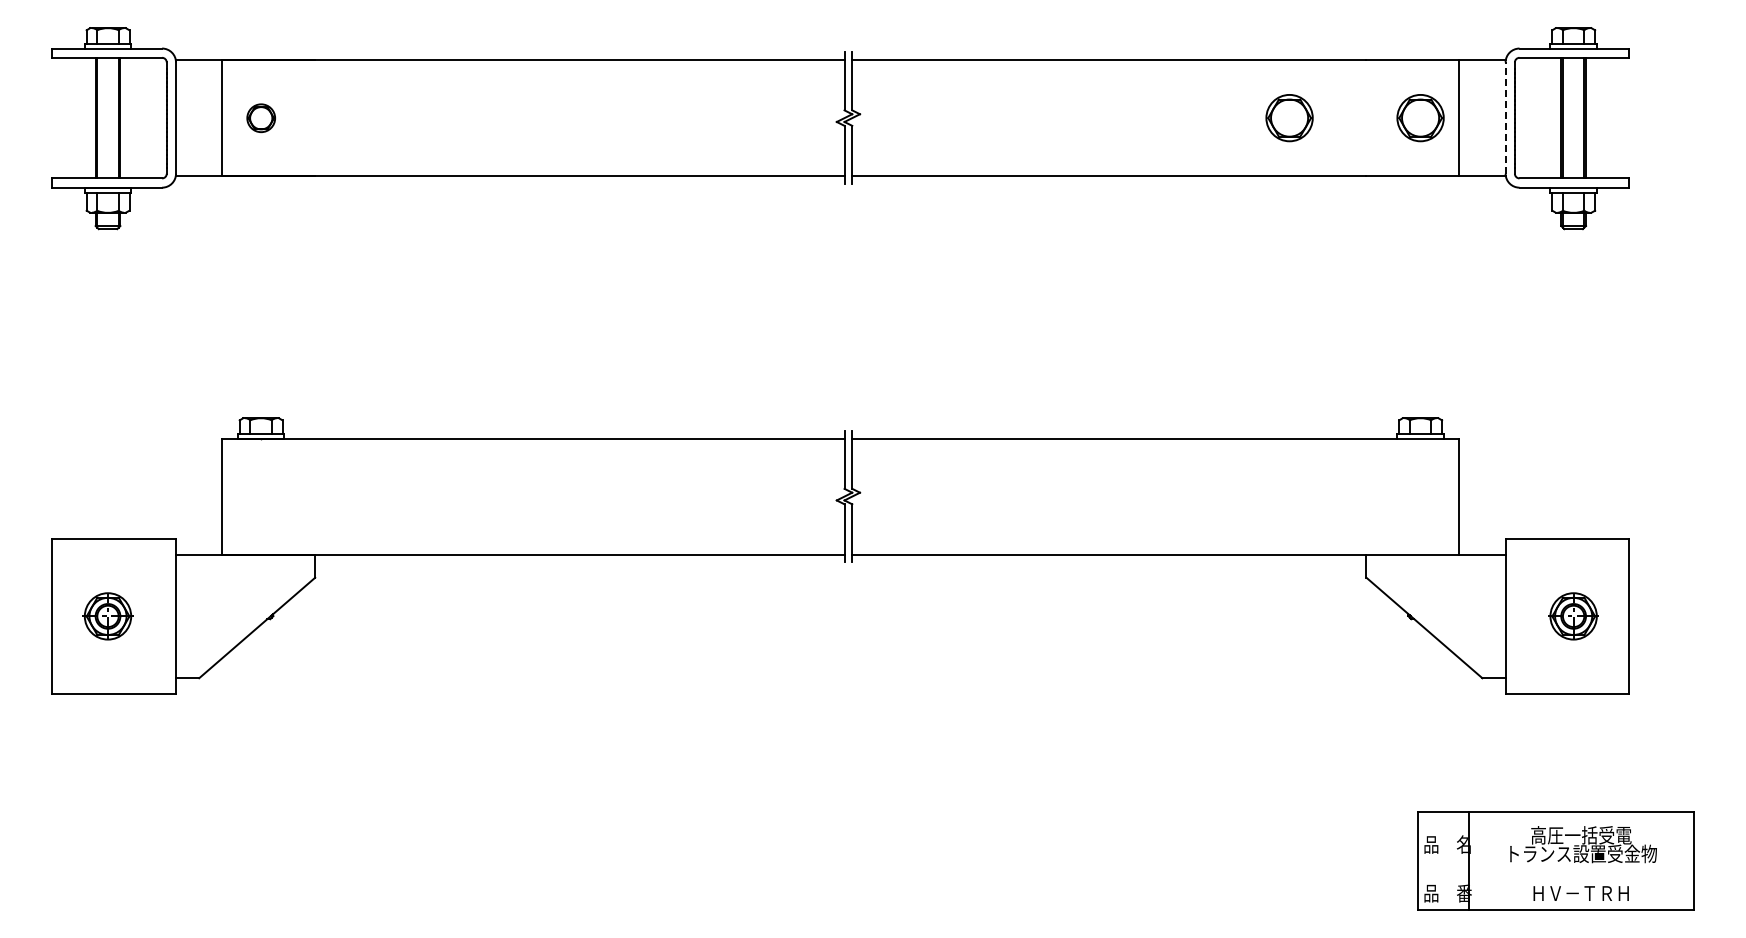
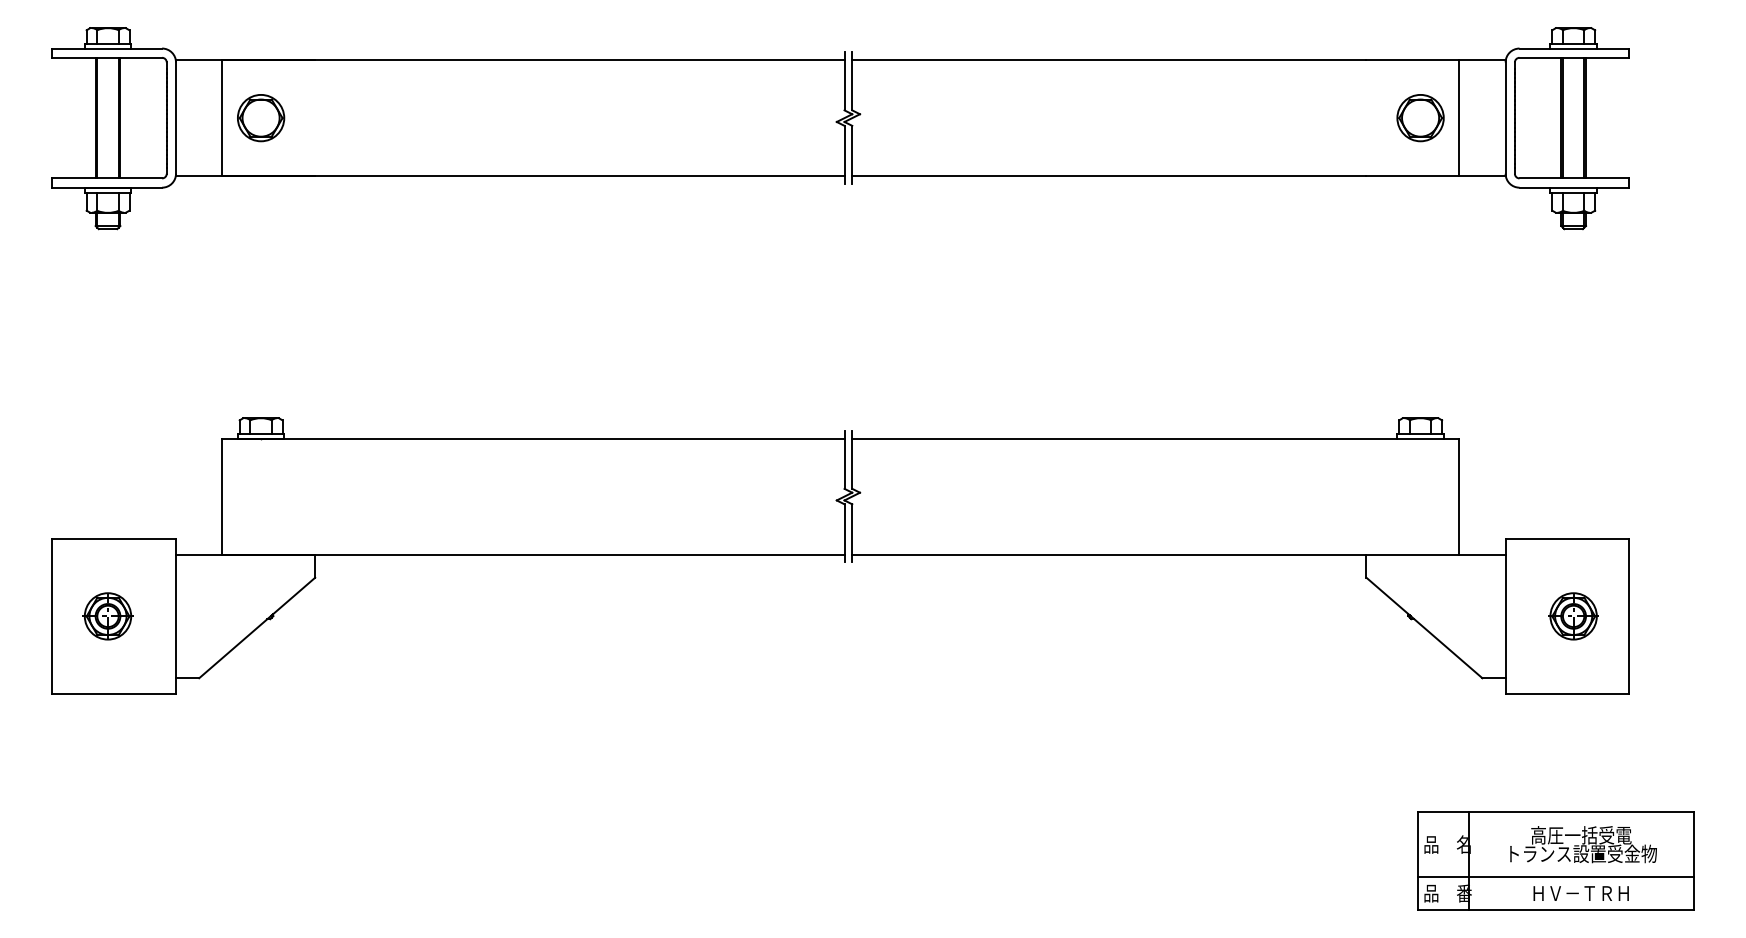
part at (260, 118) size: 30x31 px -> 49x49 px
part at (1289, 118): present -> none
line at (1505, 118): dashed -> solid
line at (1555, 877): none -> present
